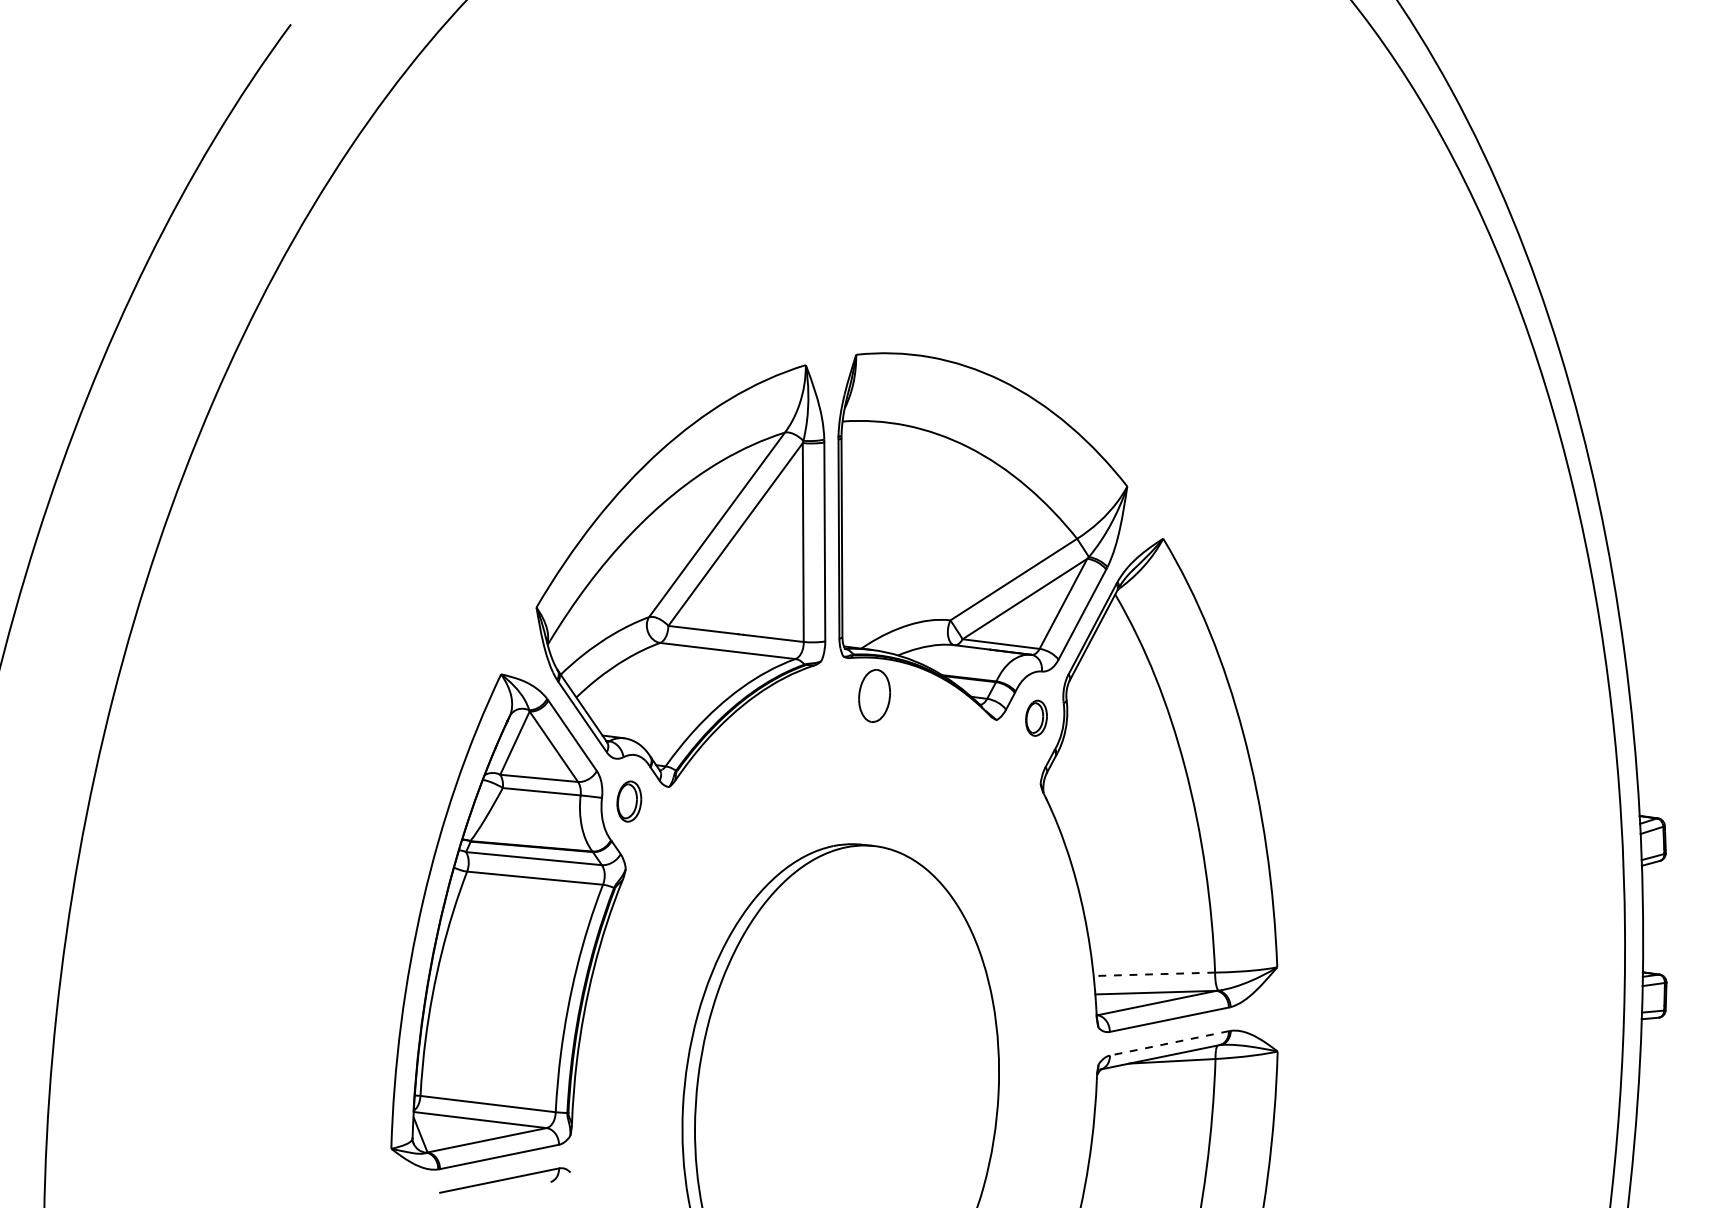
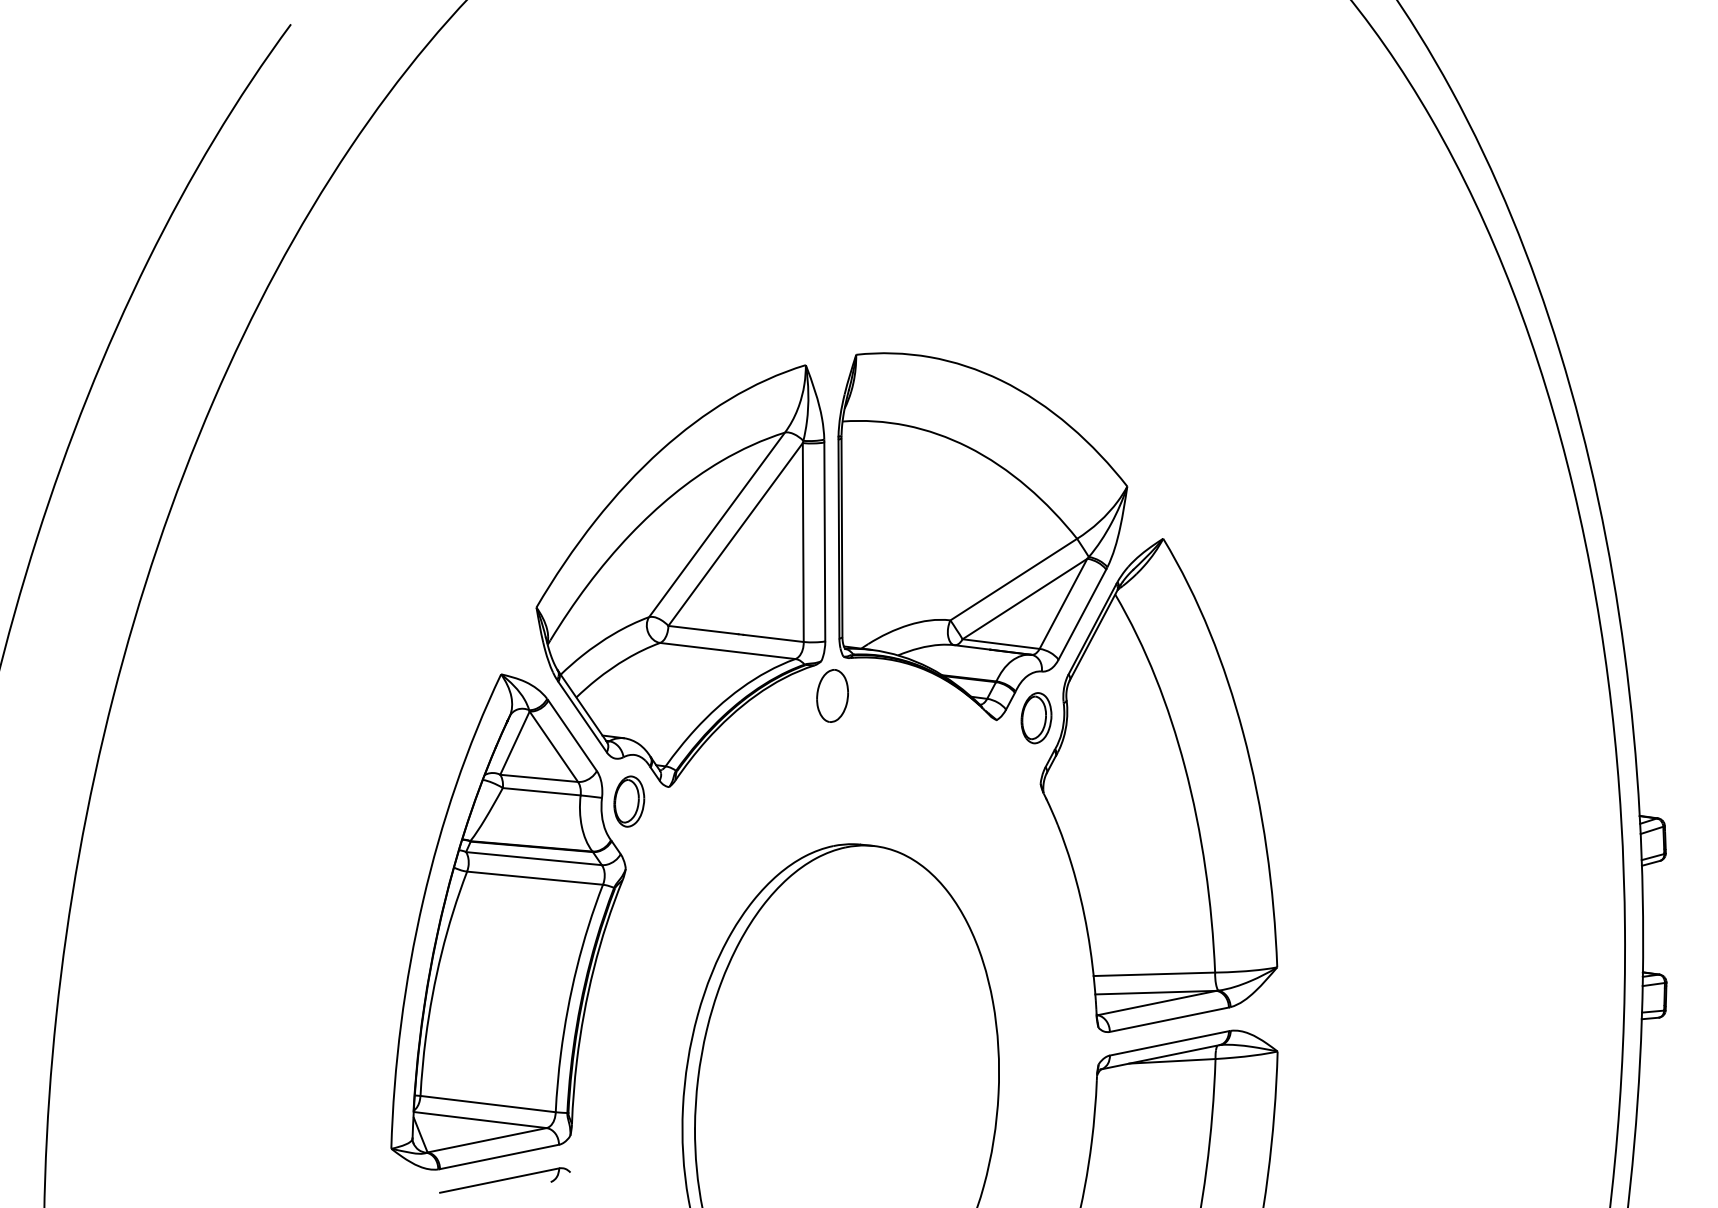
part at (874, 695) position: (874, 695) -> (832, 695)
part at (1036, 717) size: 23x38 px -> 33x53 px
part at (629, 801) size: 27x43 px -> 33x53 px
line at (1154, 974): dashed -> solid
line at (1169, 1043): dashed -> solid
